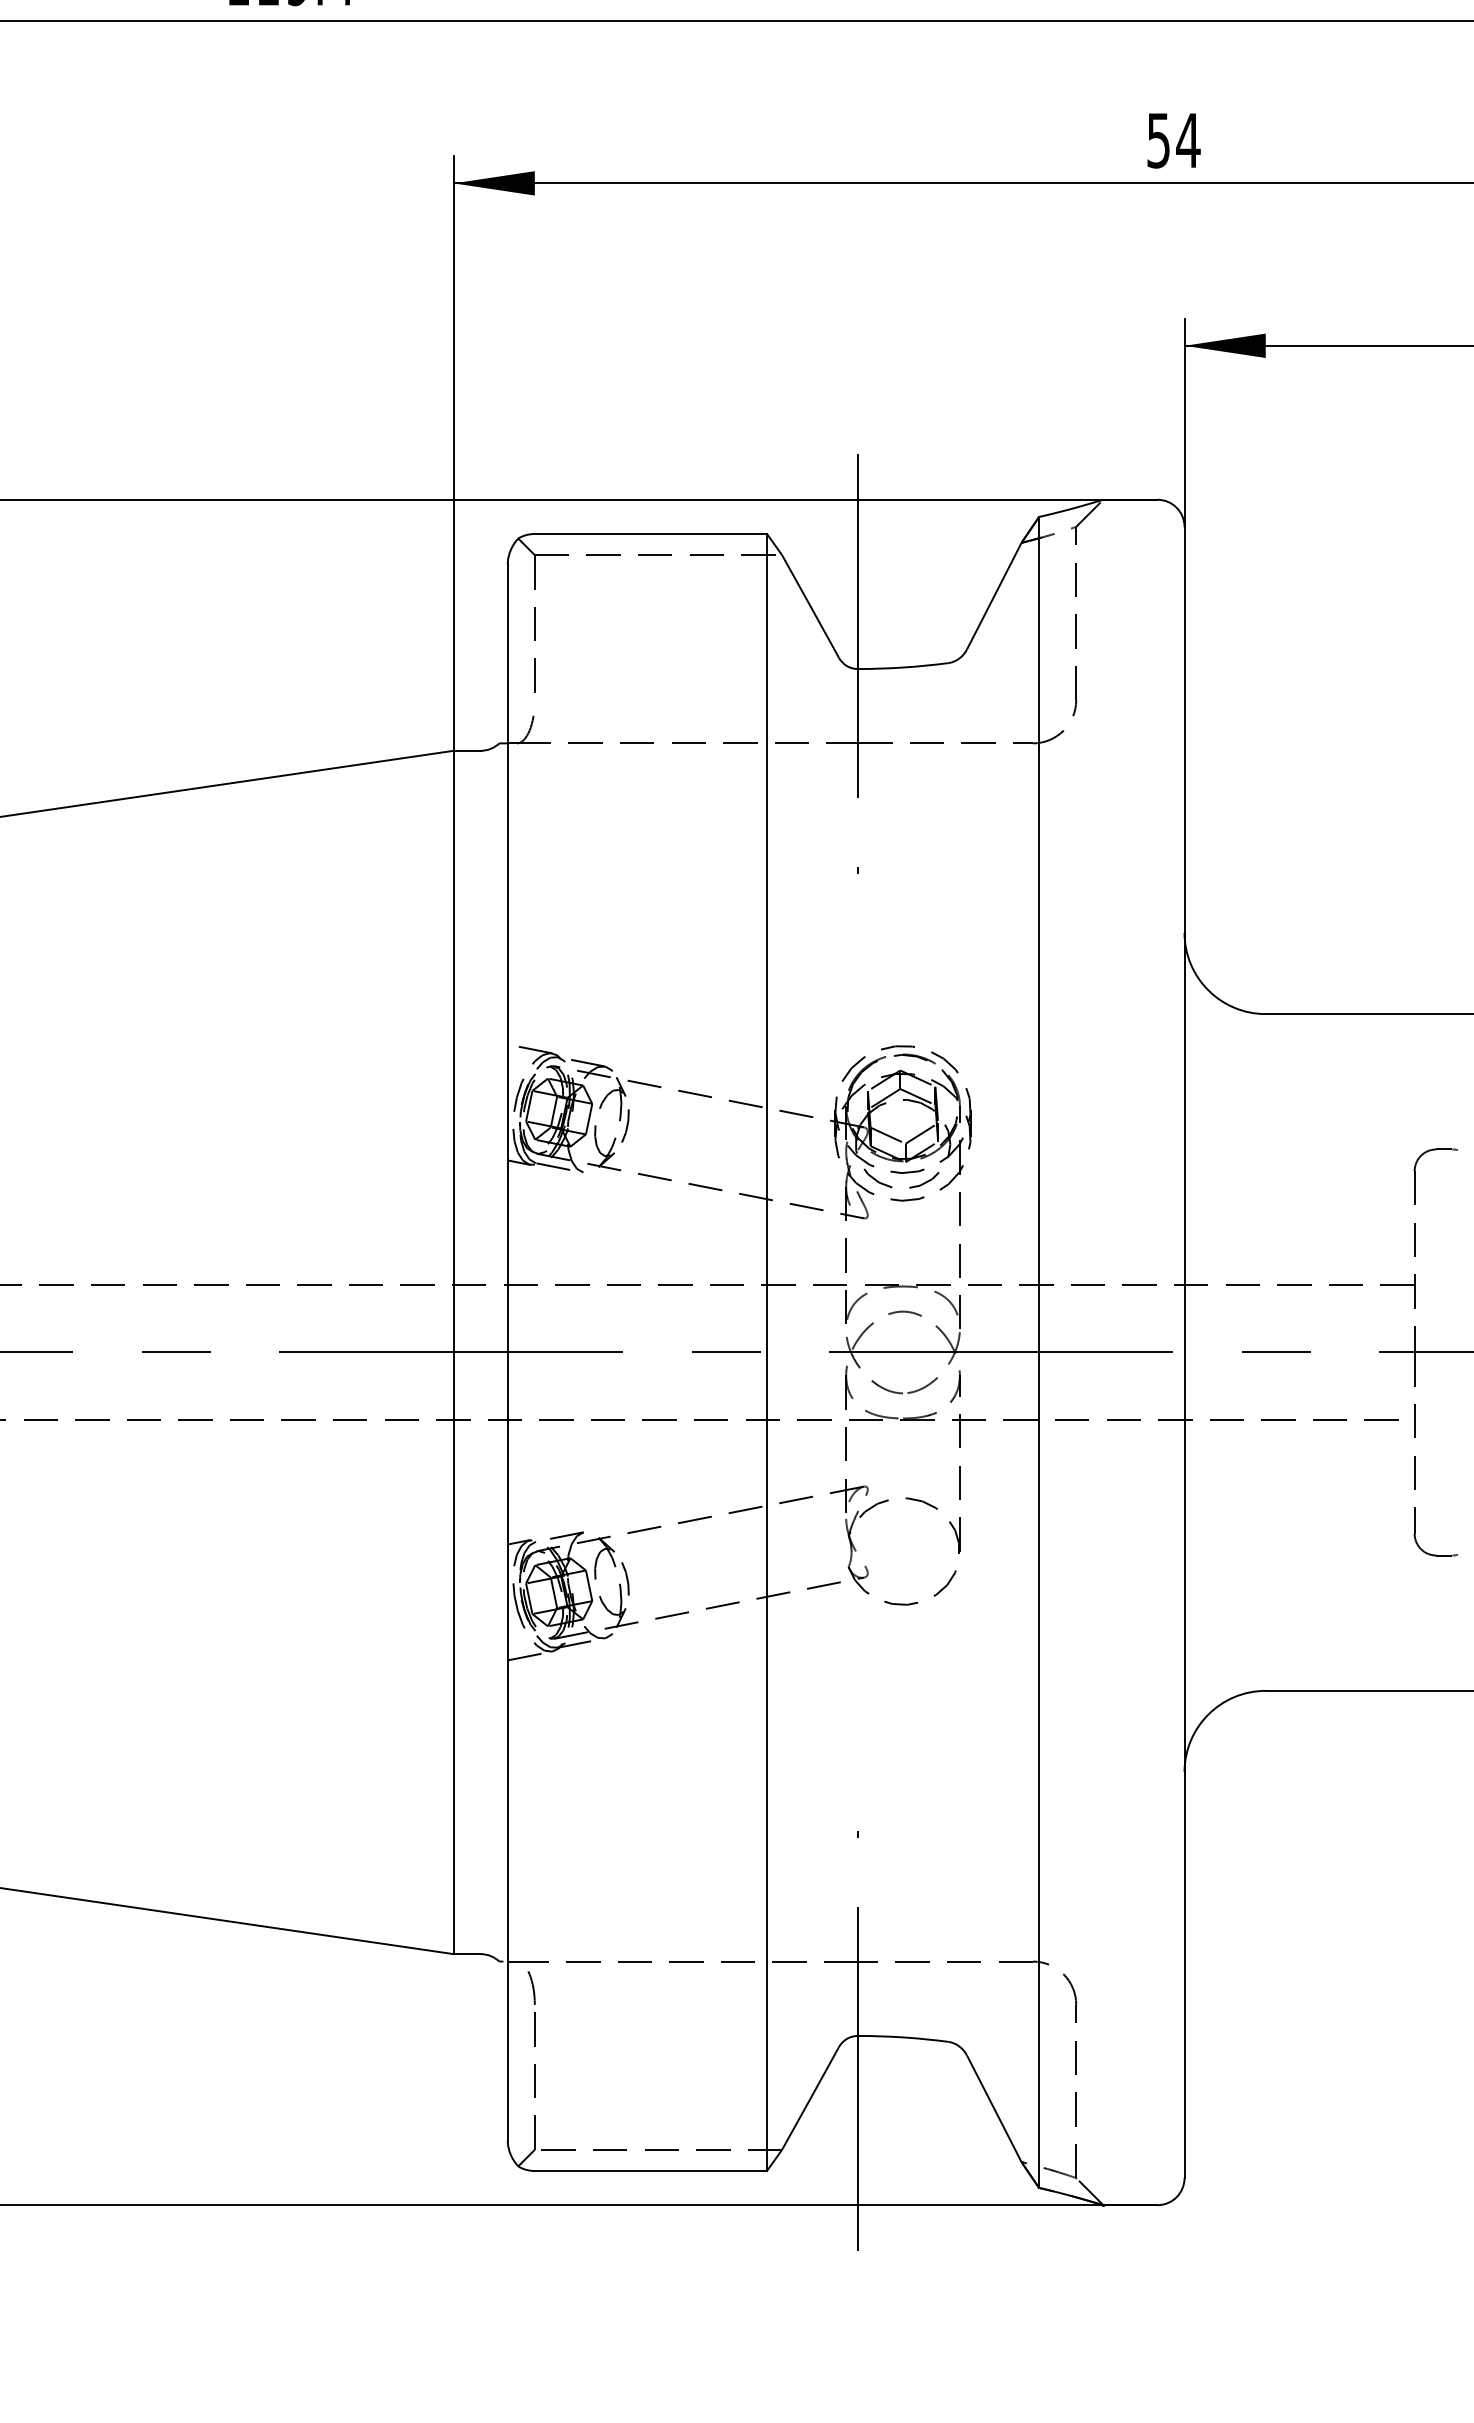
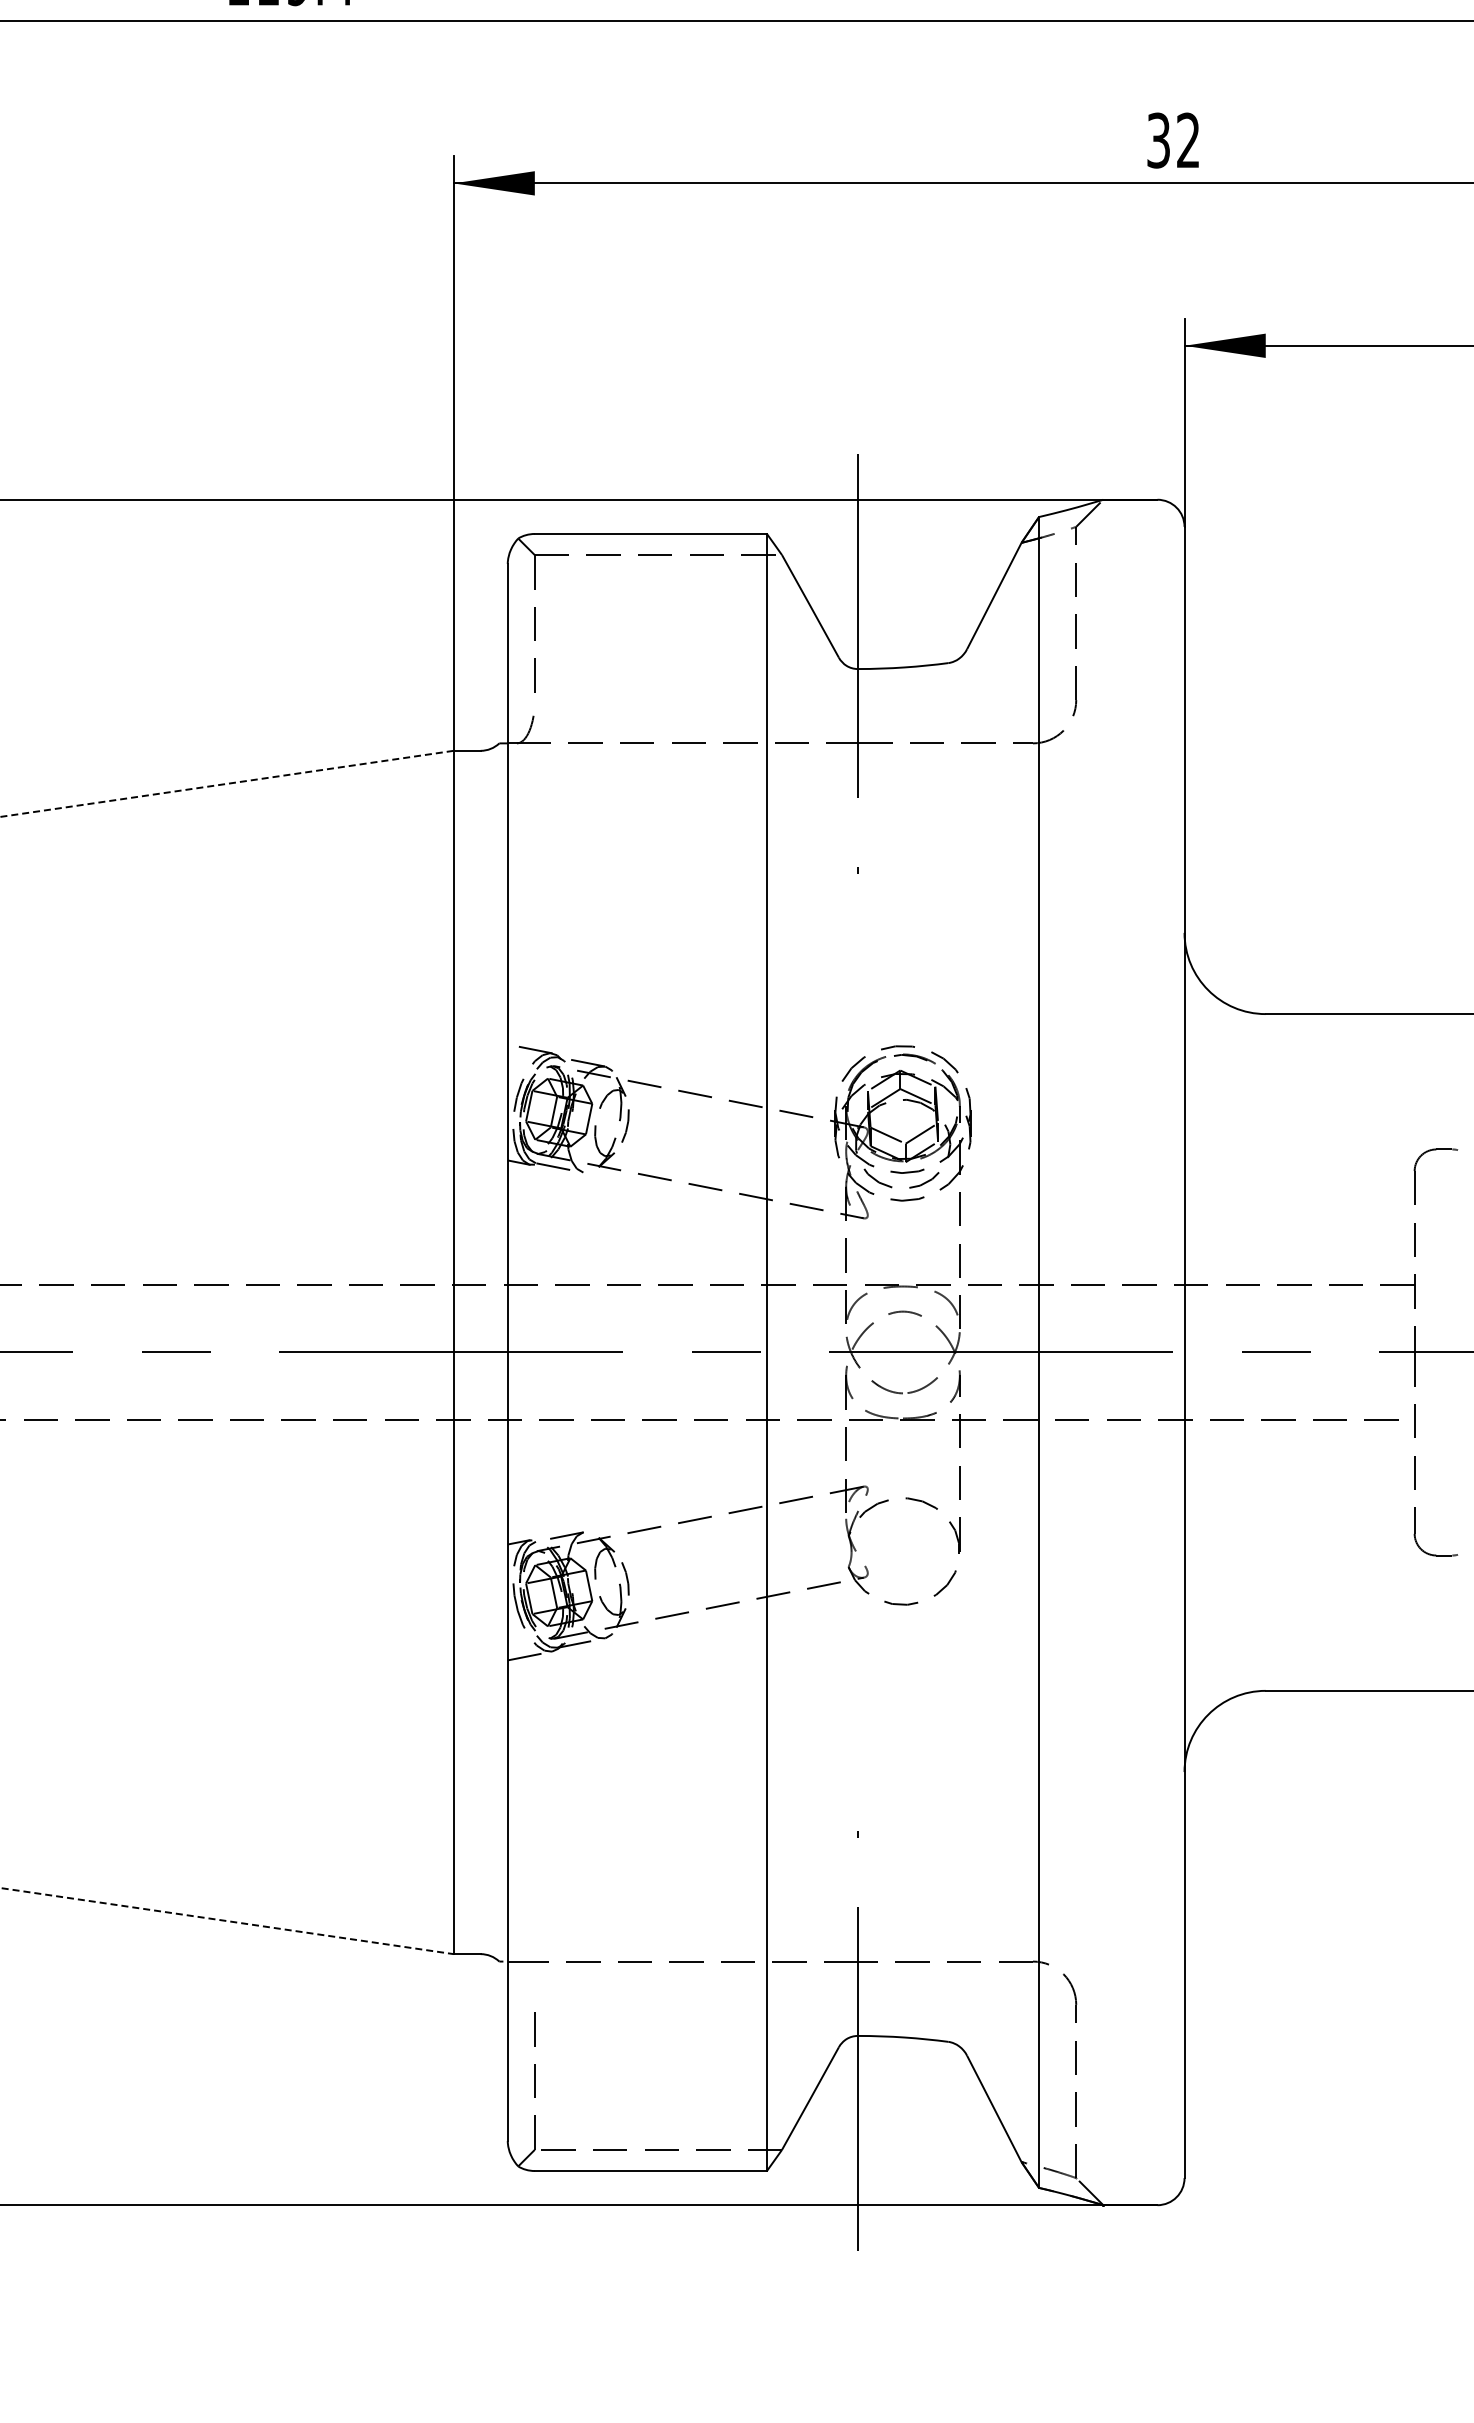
text at (1173, 140): 54 -> 32
line at (227, 783): solid -> dashed
line at (227, 1921): solid -> dashed
curve at (532, 1987): present -> none
